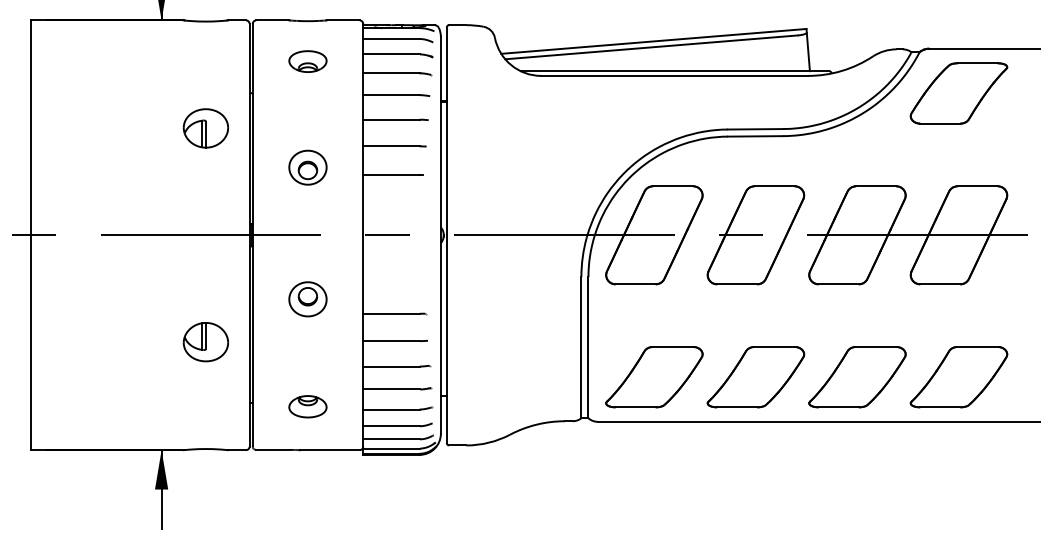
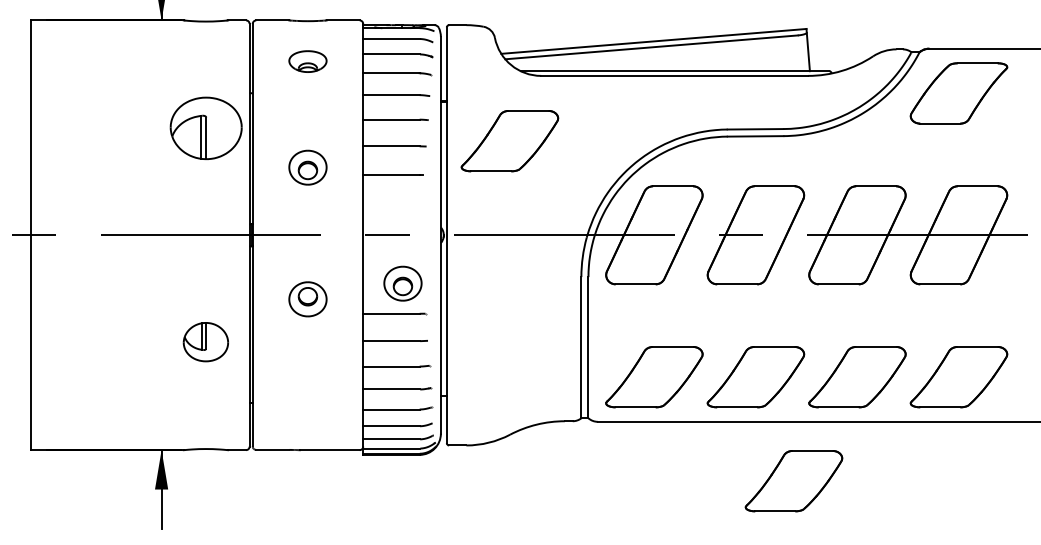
part at (205, 128) size: 47x41 px -> 74x64 px
part at (509, 141): none -> present
part at (402, 283): none -> present
part at (307, 406): present -> none
part at (793, 481): none -> present
